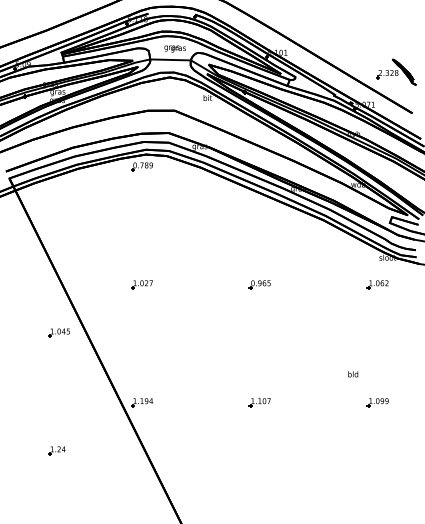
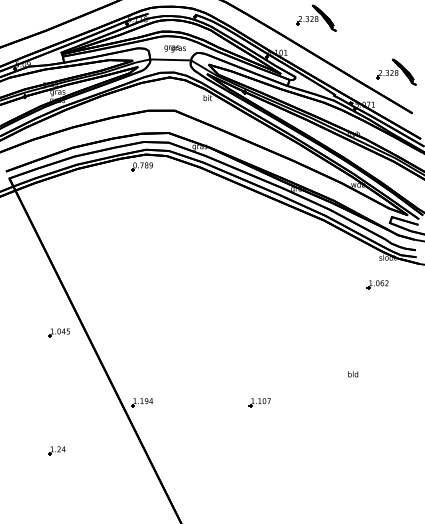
part at (316, 17): none -> present
part at (141, 284): present -> none
part at (259, 284): present -> none
part at (377, 402): present -> none
